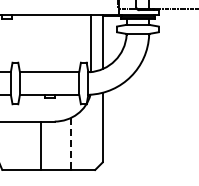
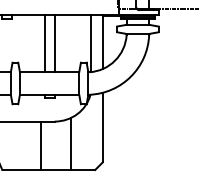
line at (45, 43): none -> present
line at (54, 43): none -> present
line at (71, 143): dashed -> solid
